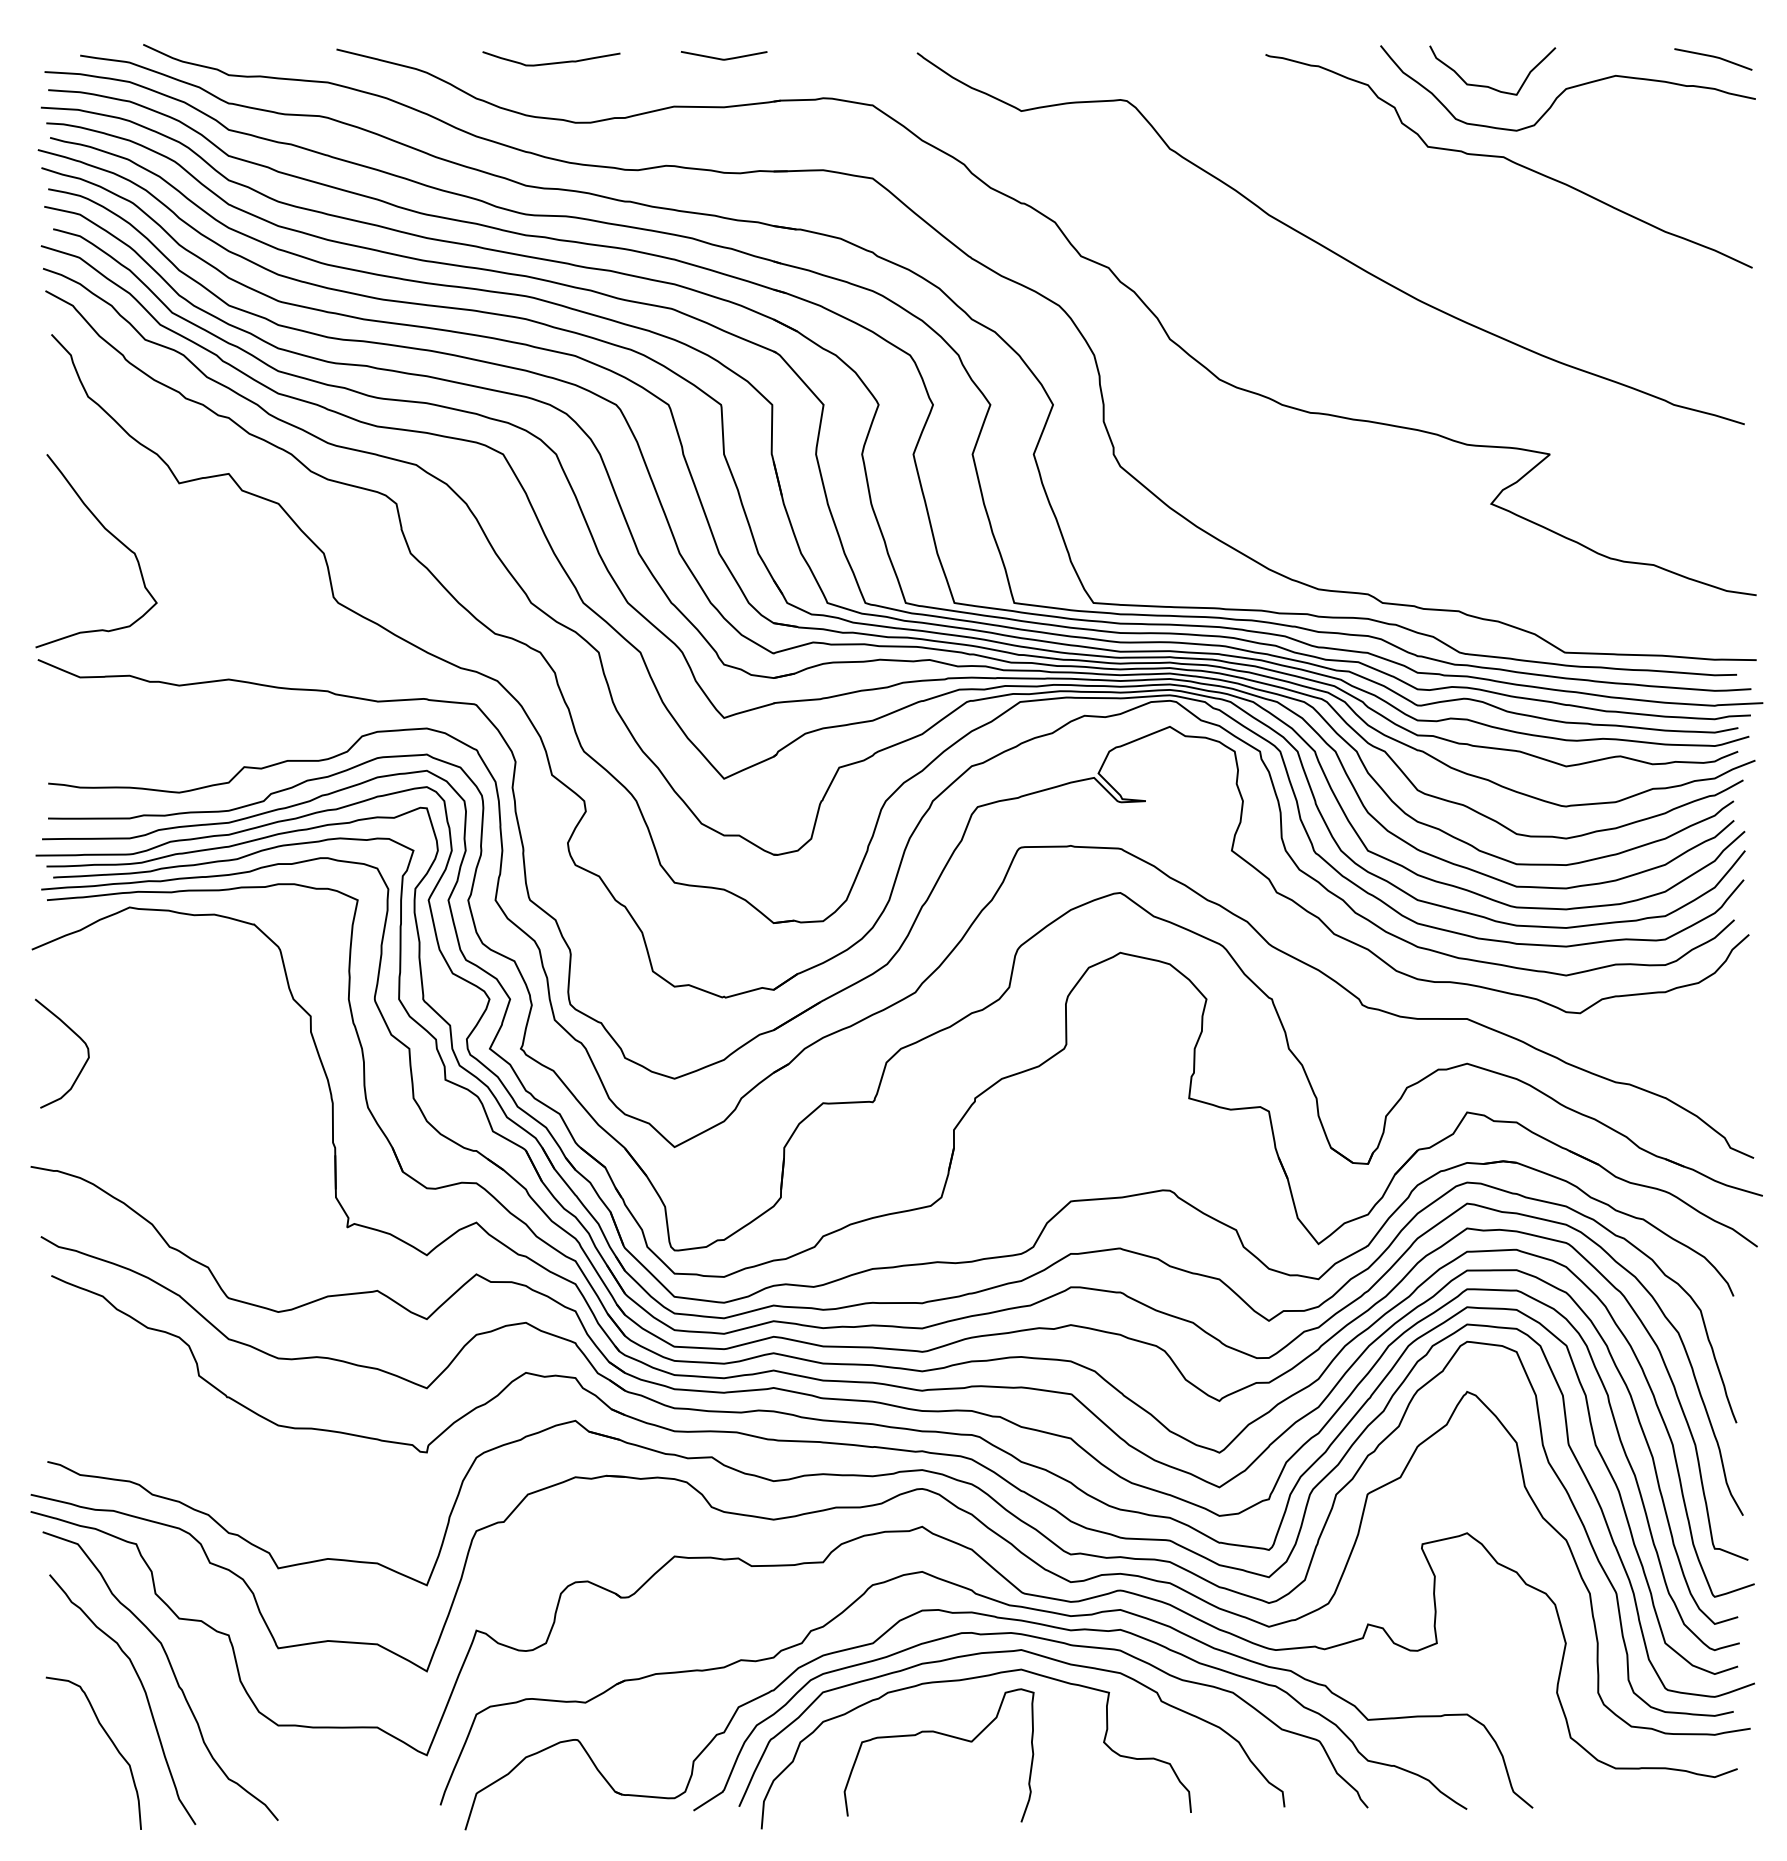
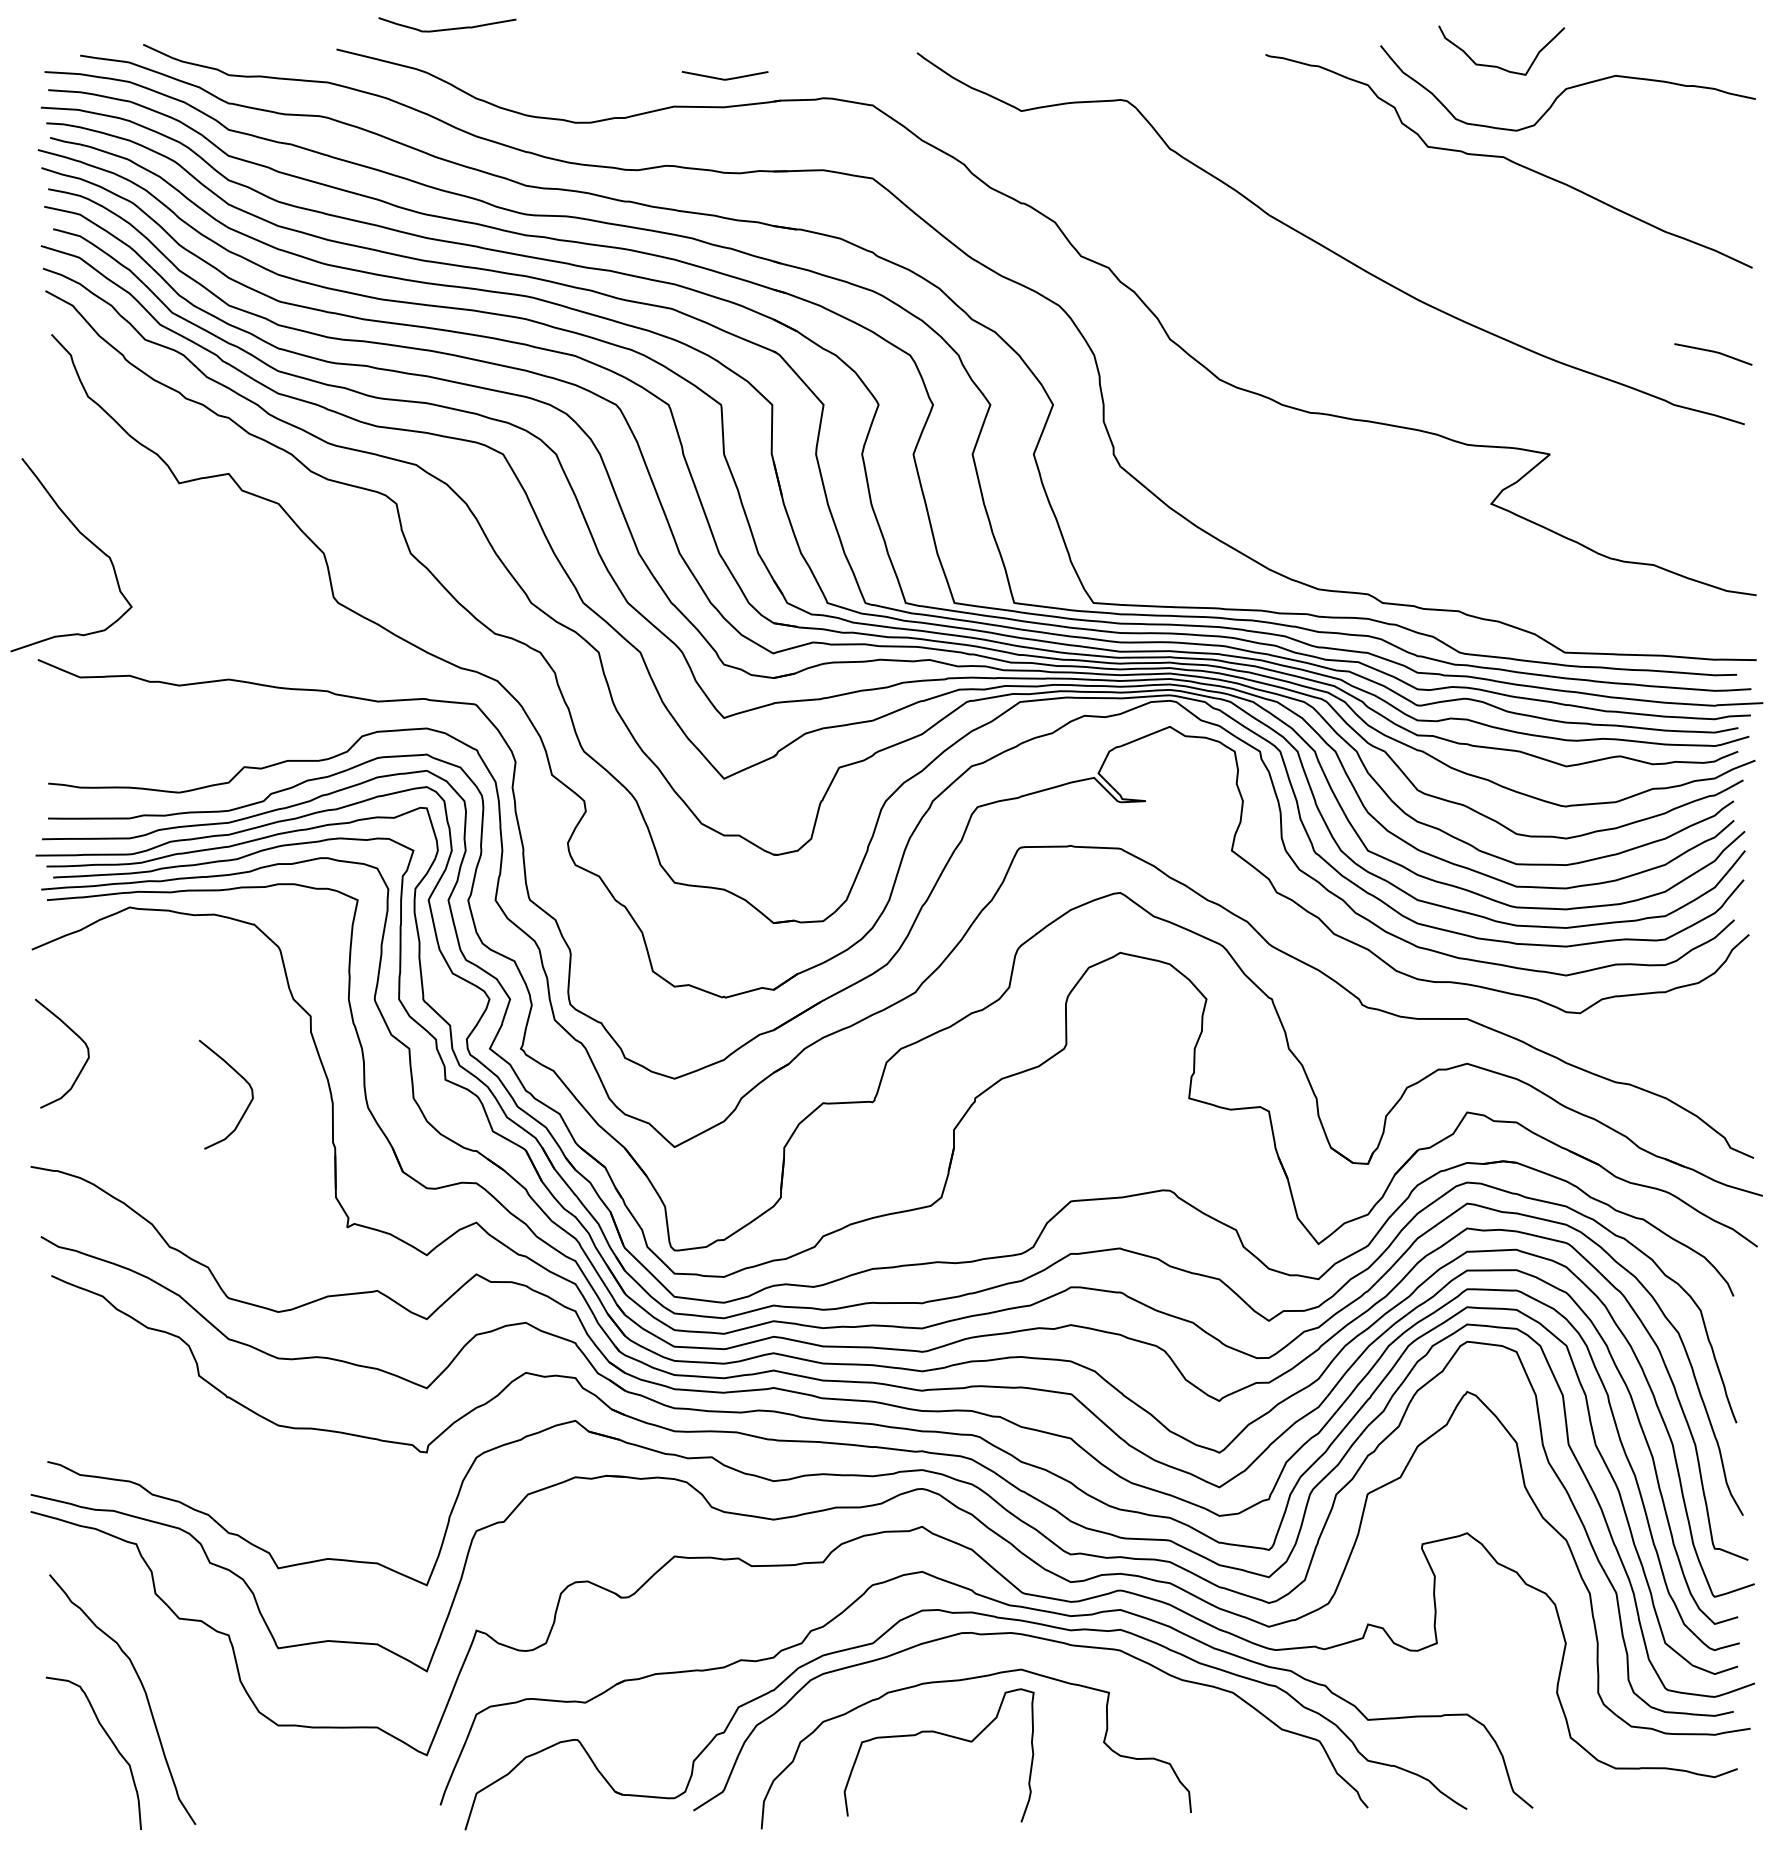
line at (1713, 57) position: (1713, 57) -> (1713, 352)
curve at (723, 58) position: (723, 58) -> (724, 78)
curve at (551, 62) position: (551, 62) -> (447, 28)
curve at (1490, 86) position: (1490, 86) -> (1499, 66)
curve at (111, 535) position: (111, 535) -> (86, 539)
curve at (242, 1078): none -> present
curve at (1011, 1652): present -> none
curve at (171, 1670): present -> none
